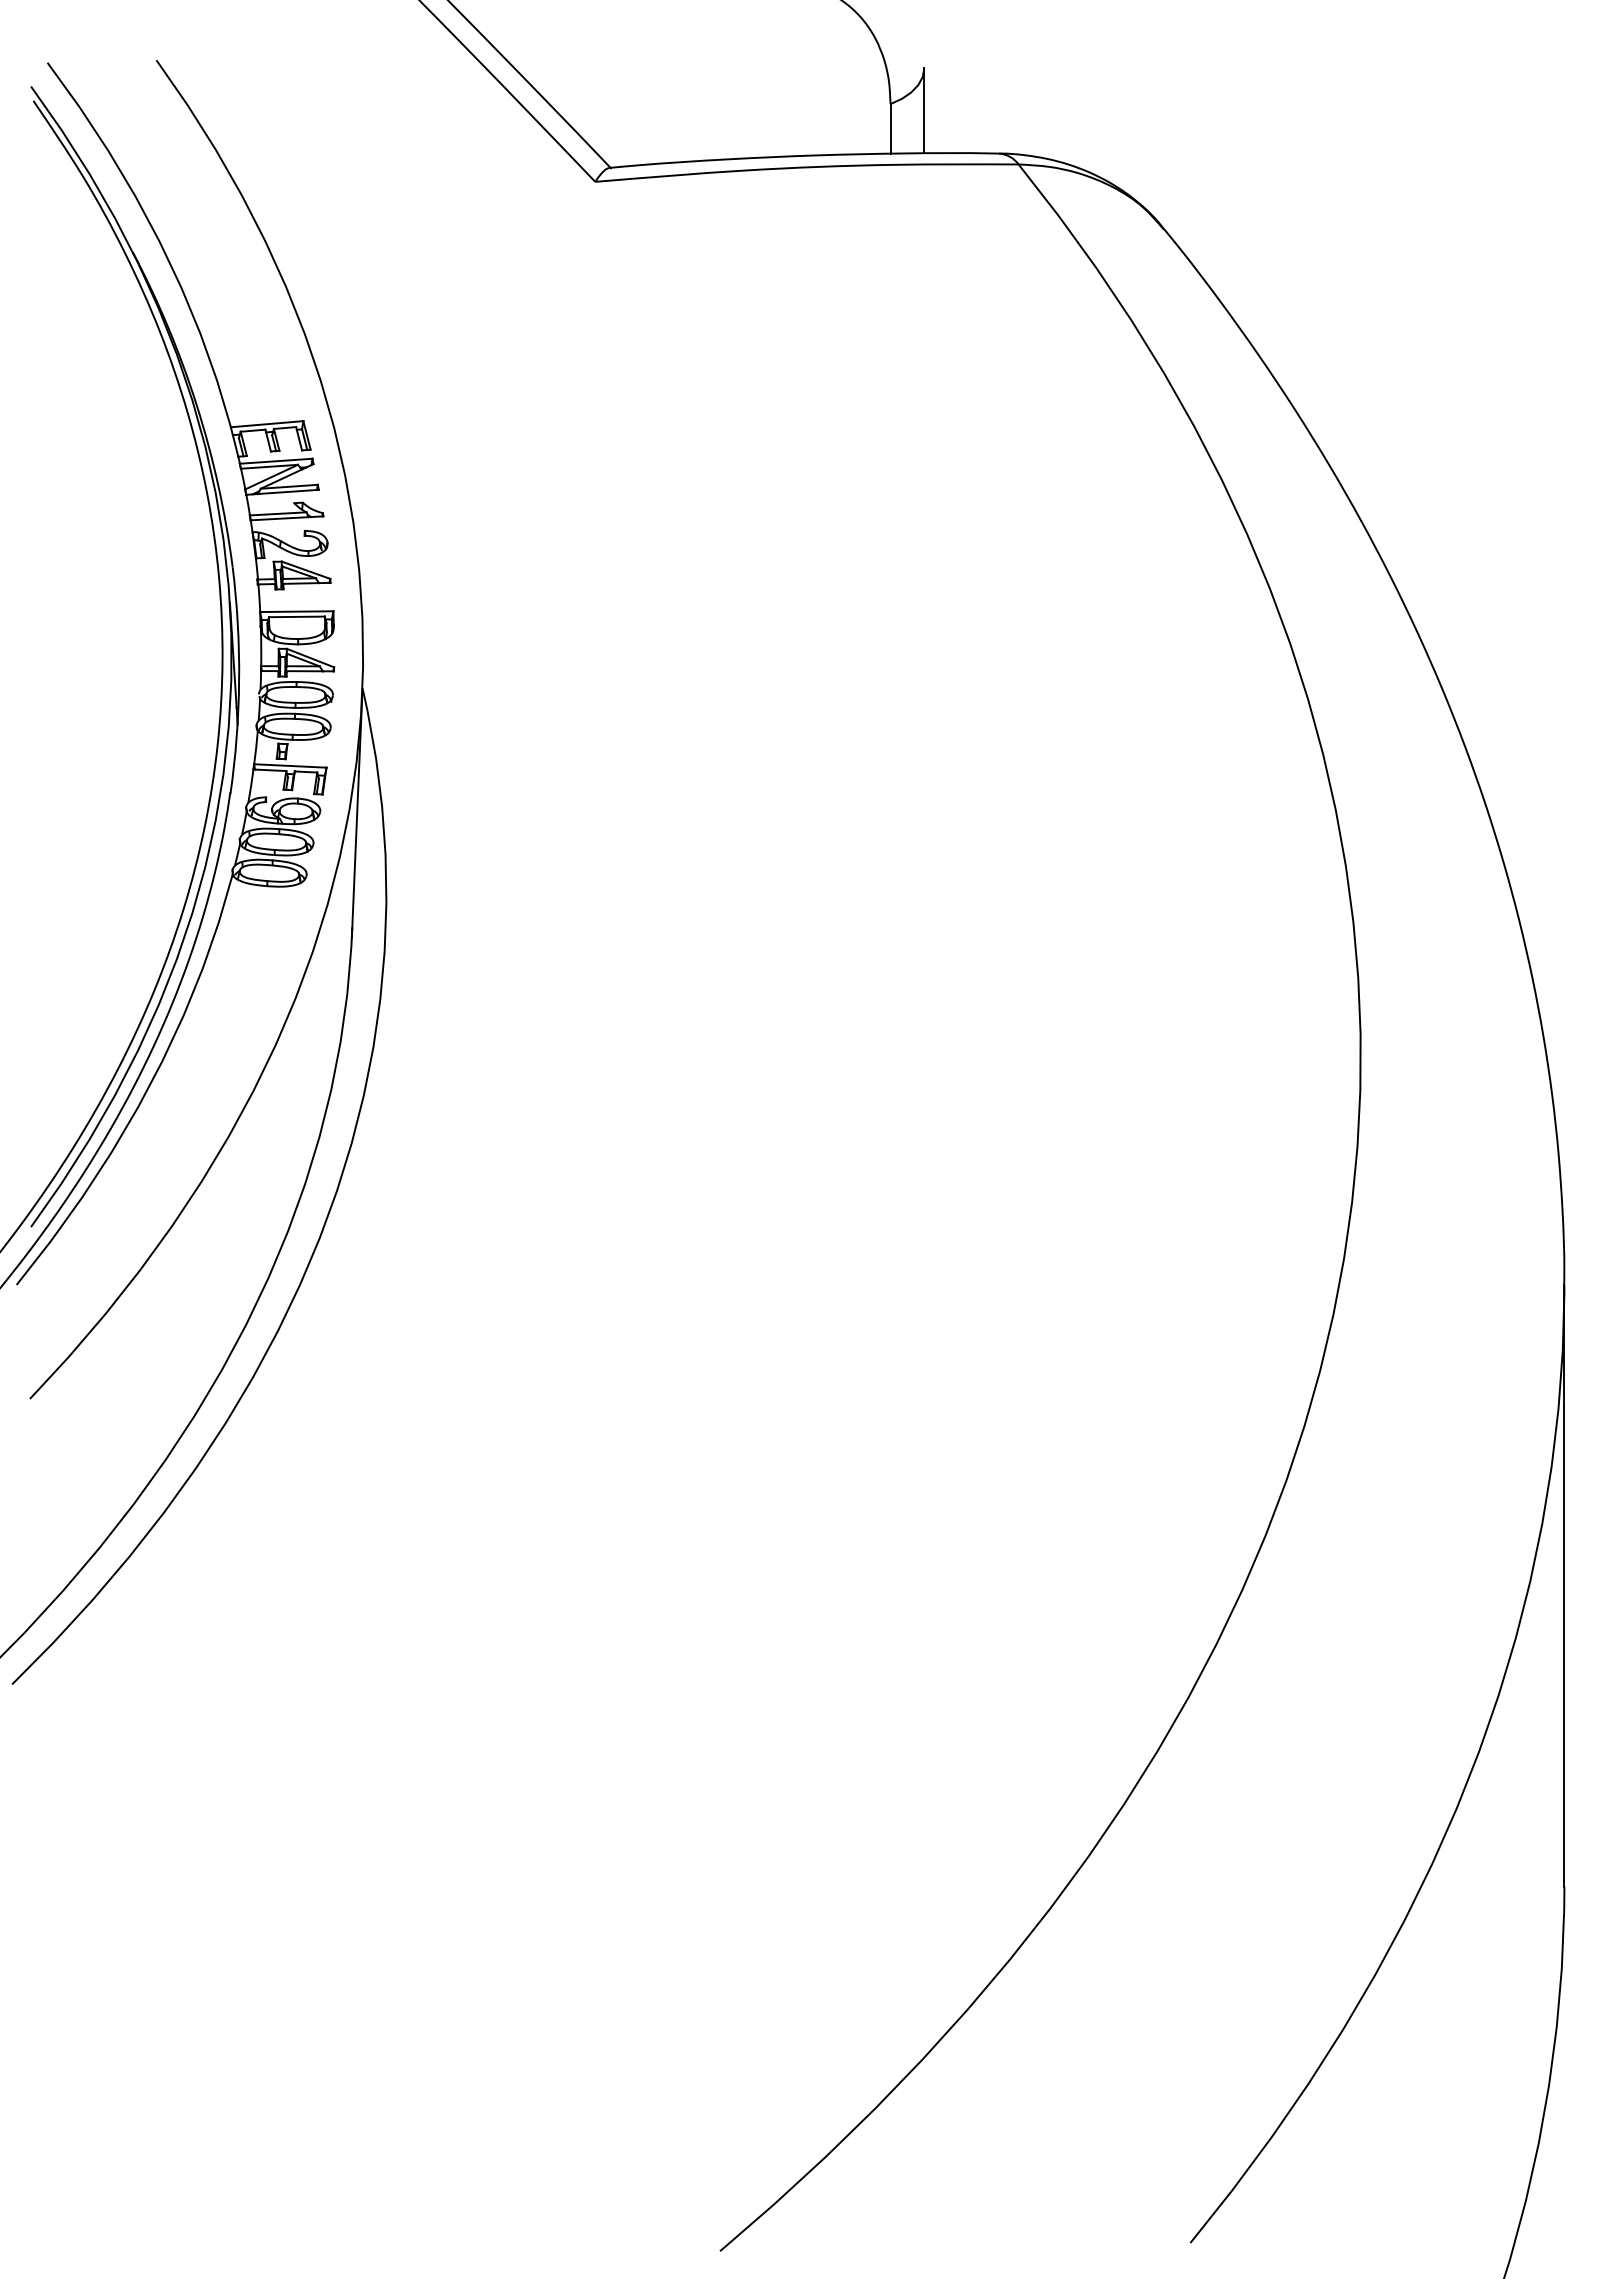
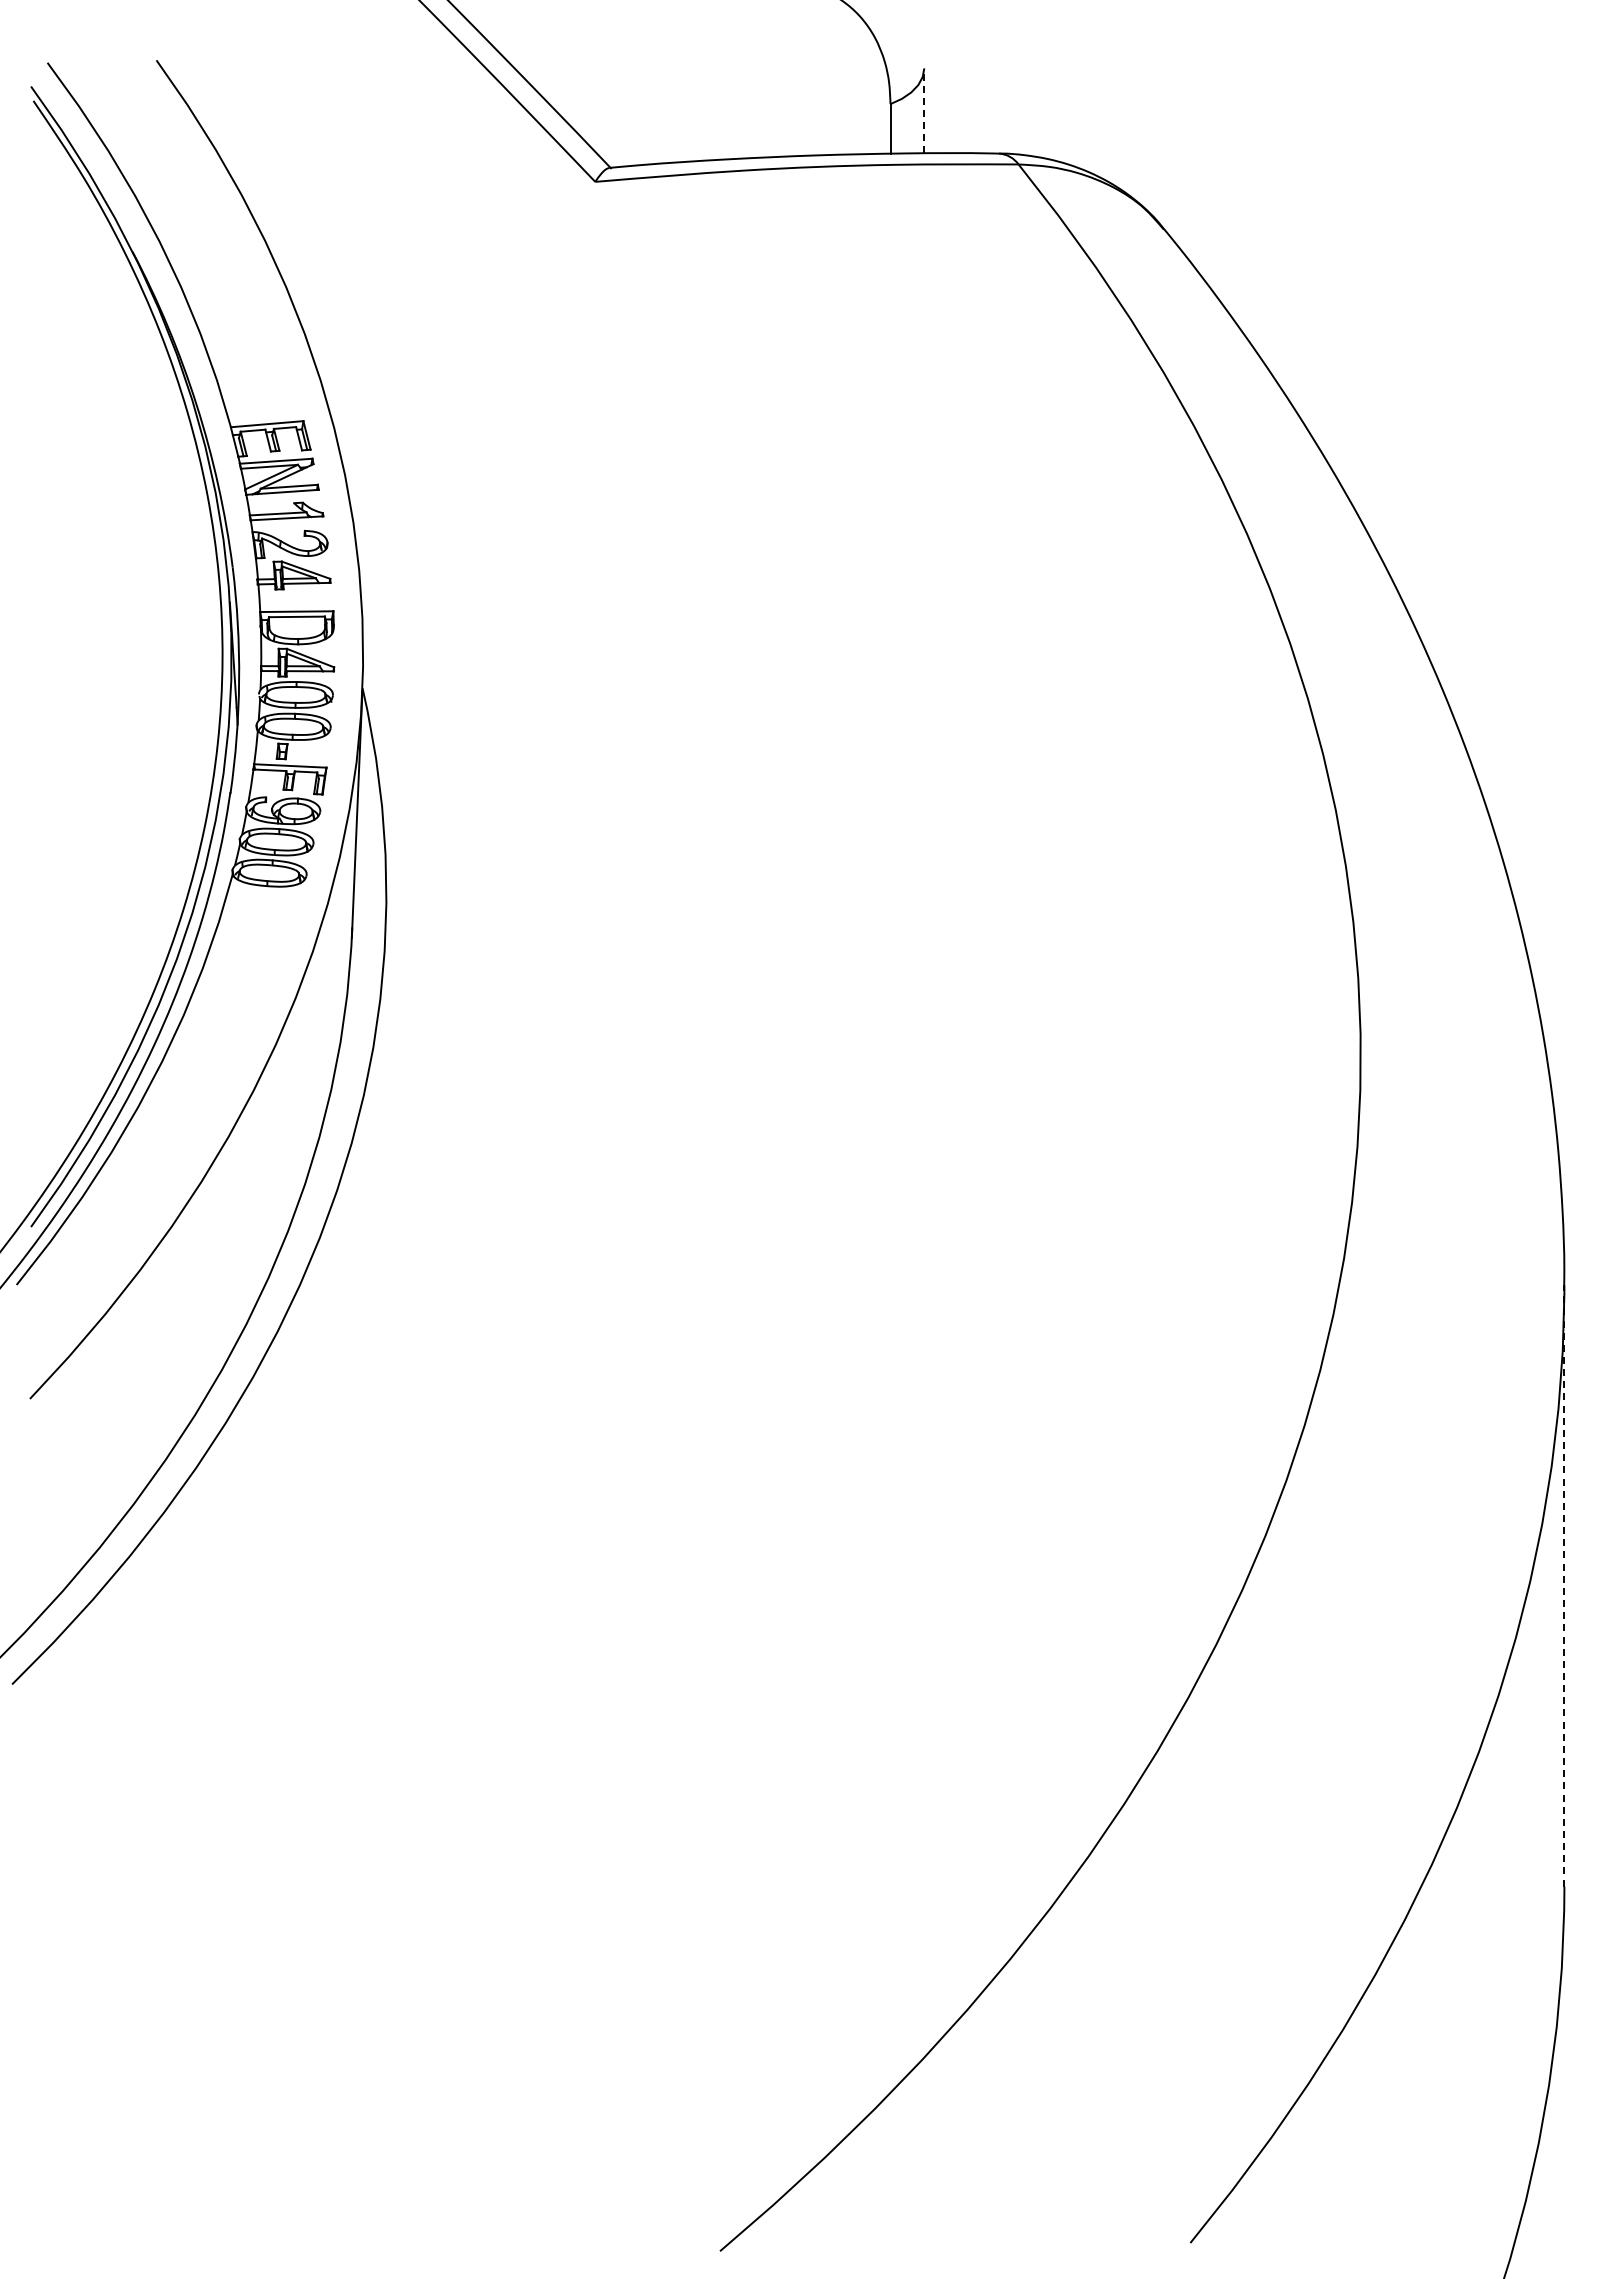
line at (924, 110): solid -> dashed
line at (1564, 1586): solid -> dashed
